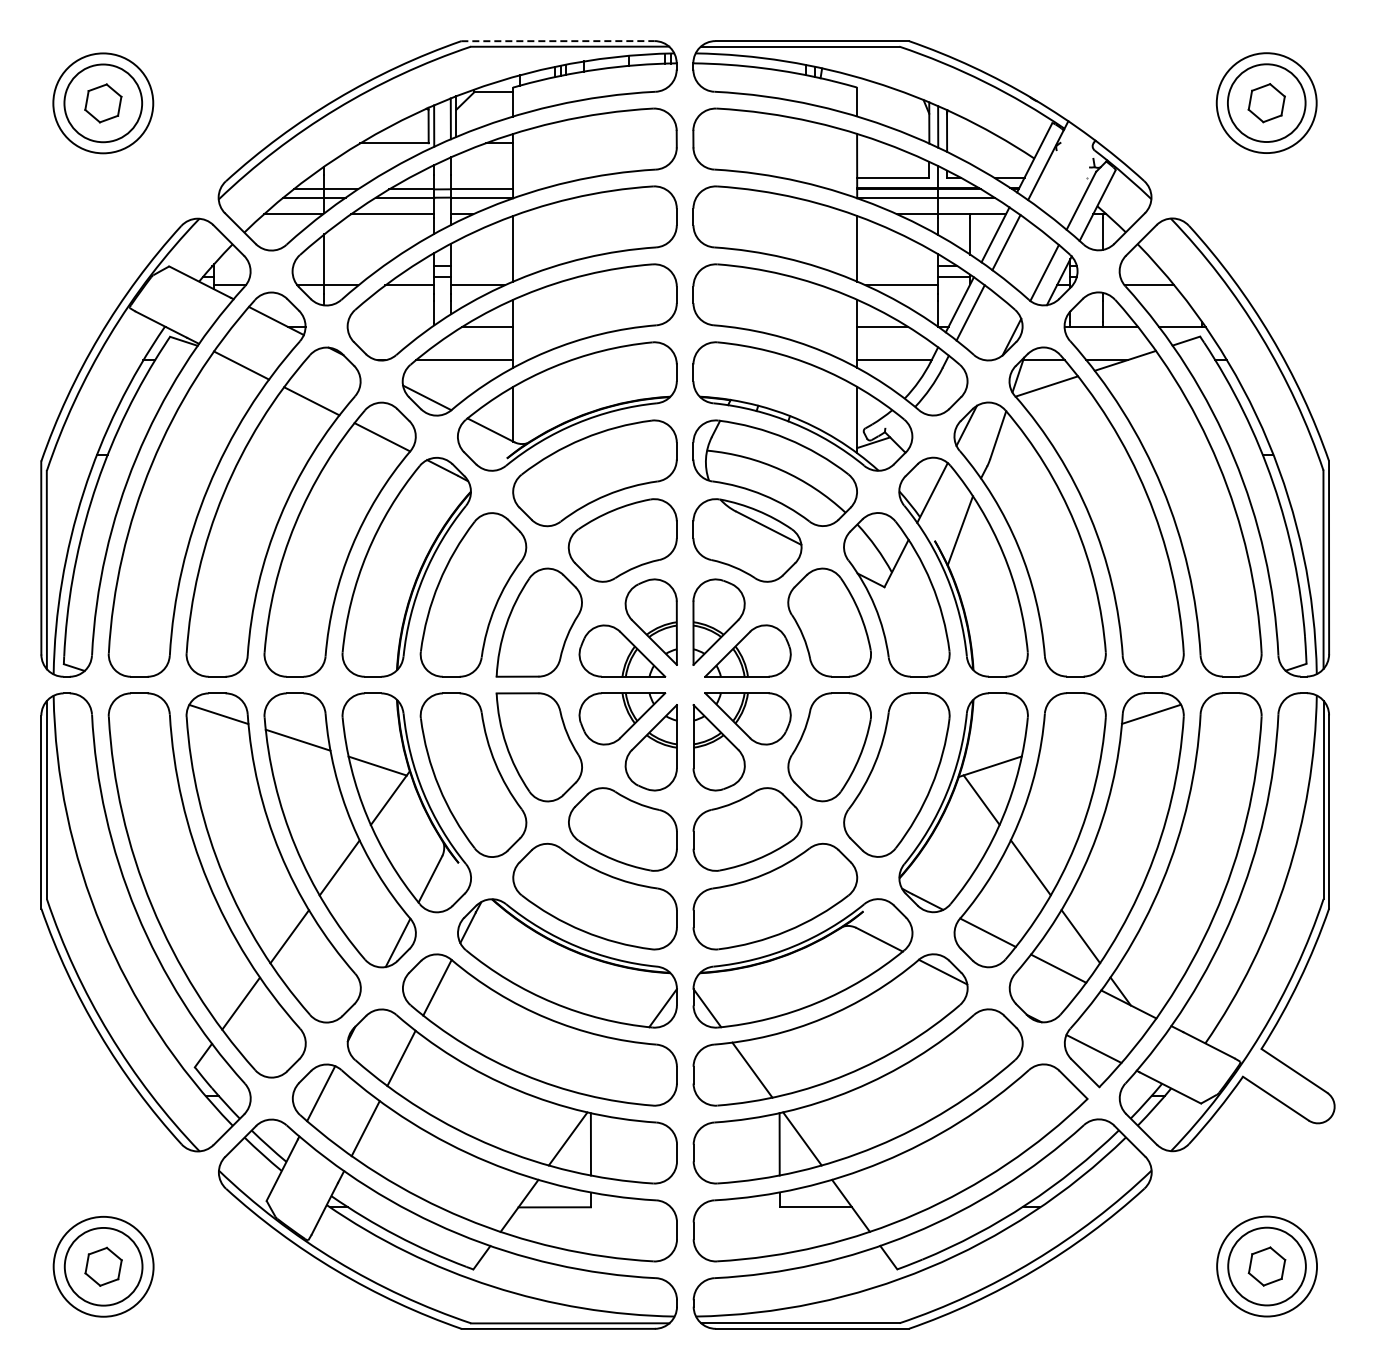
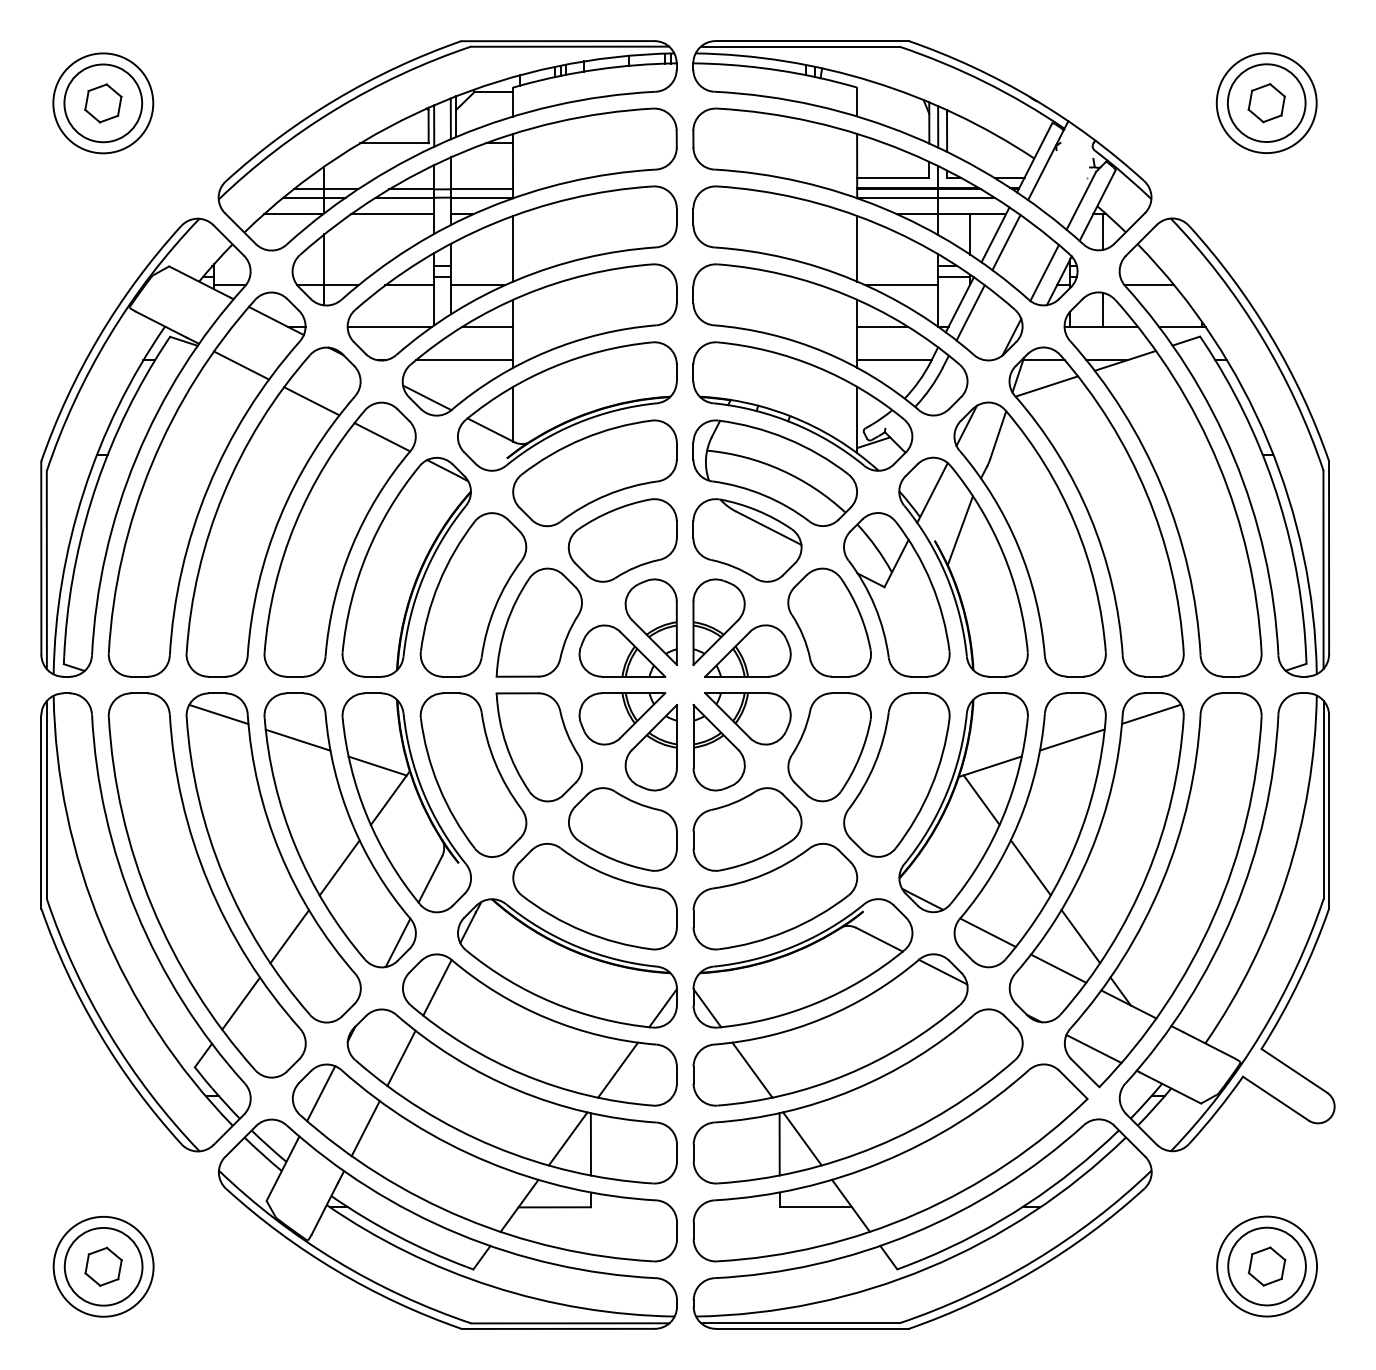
line at (557, 41): dashed -> solid
line at (389, 327): none -> present
line at (1071, 739): none -> present
line at (618, 1069): none -> present
